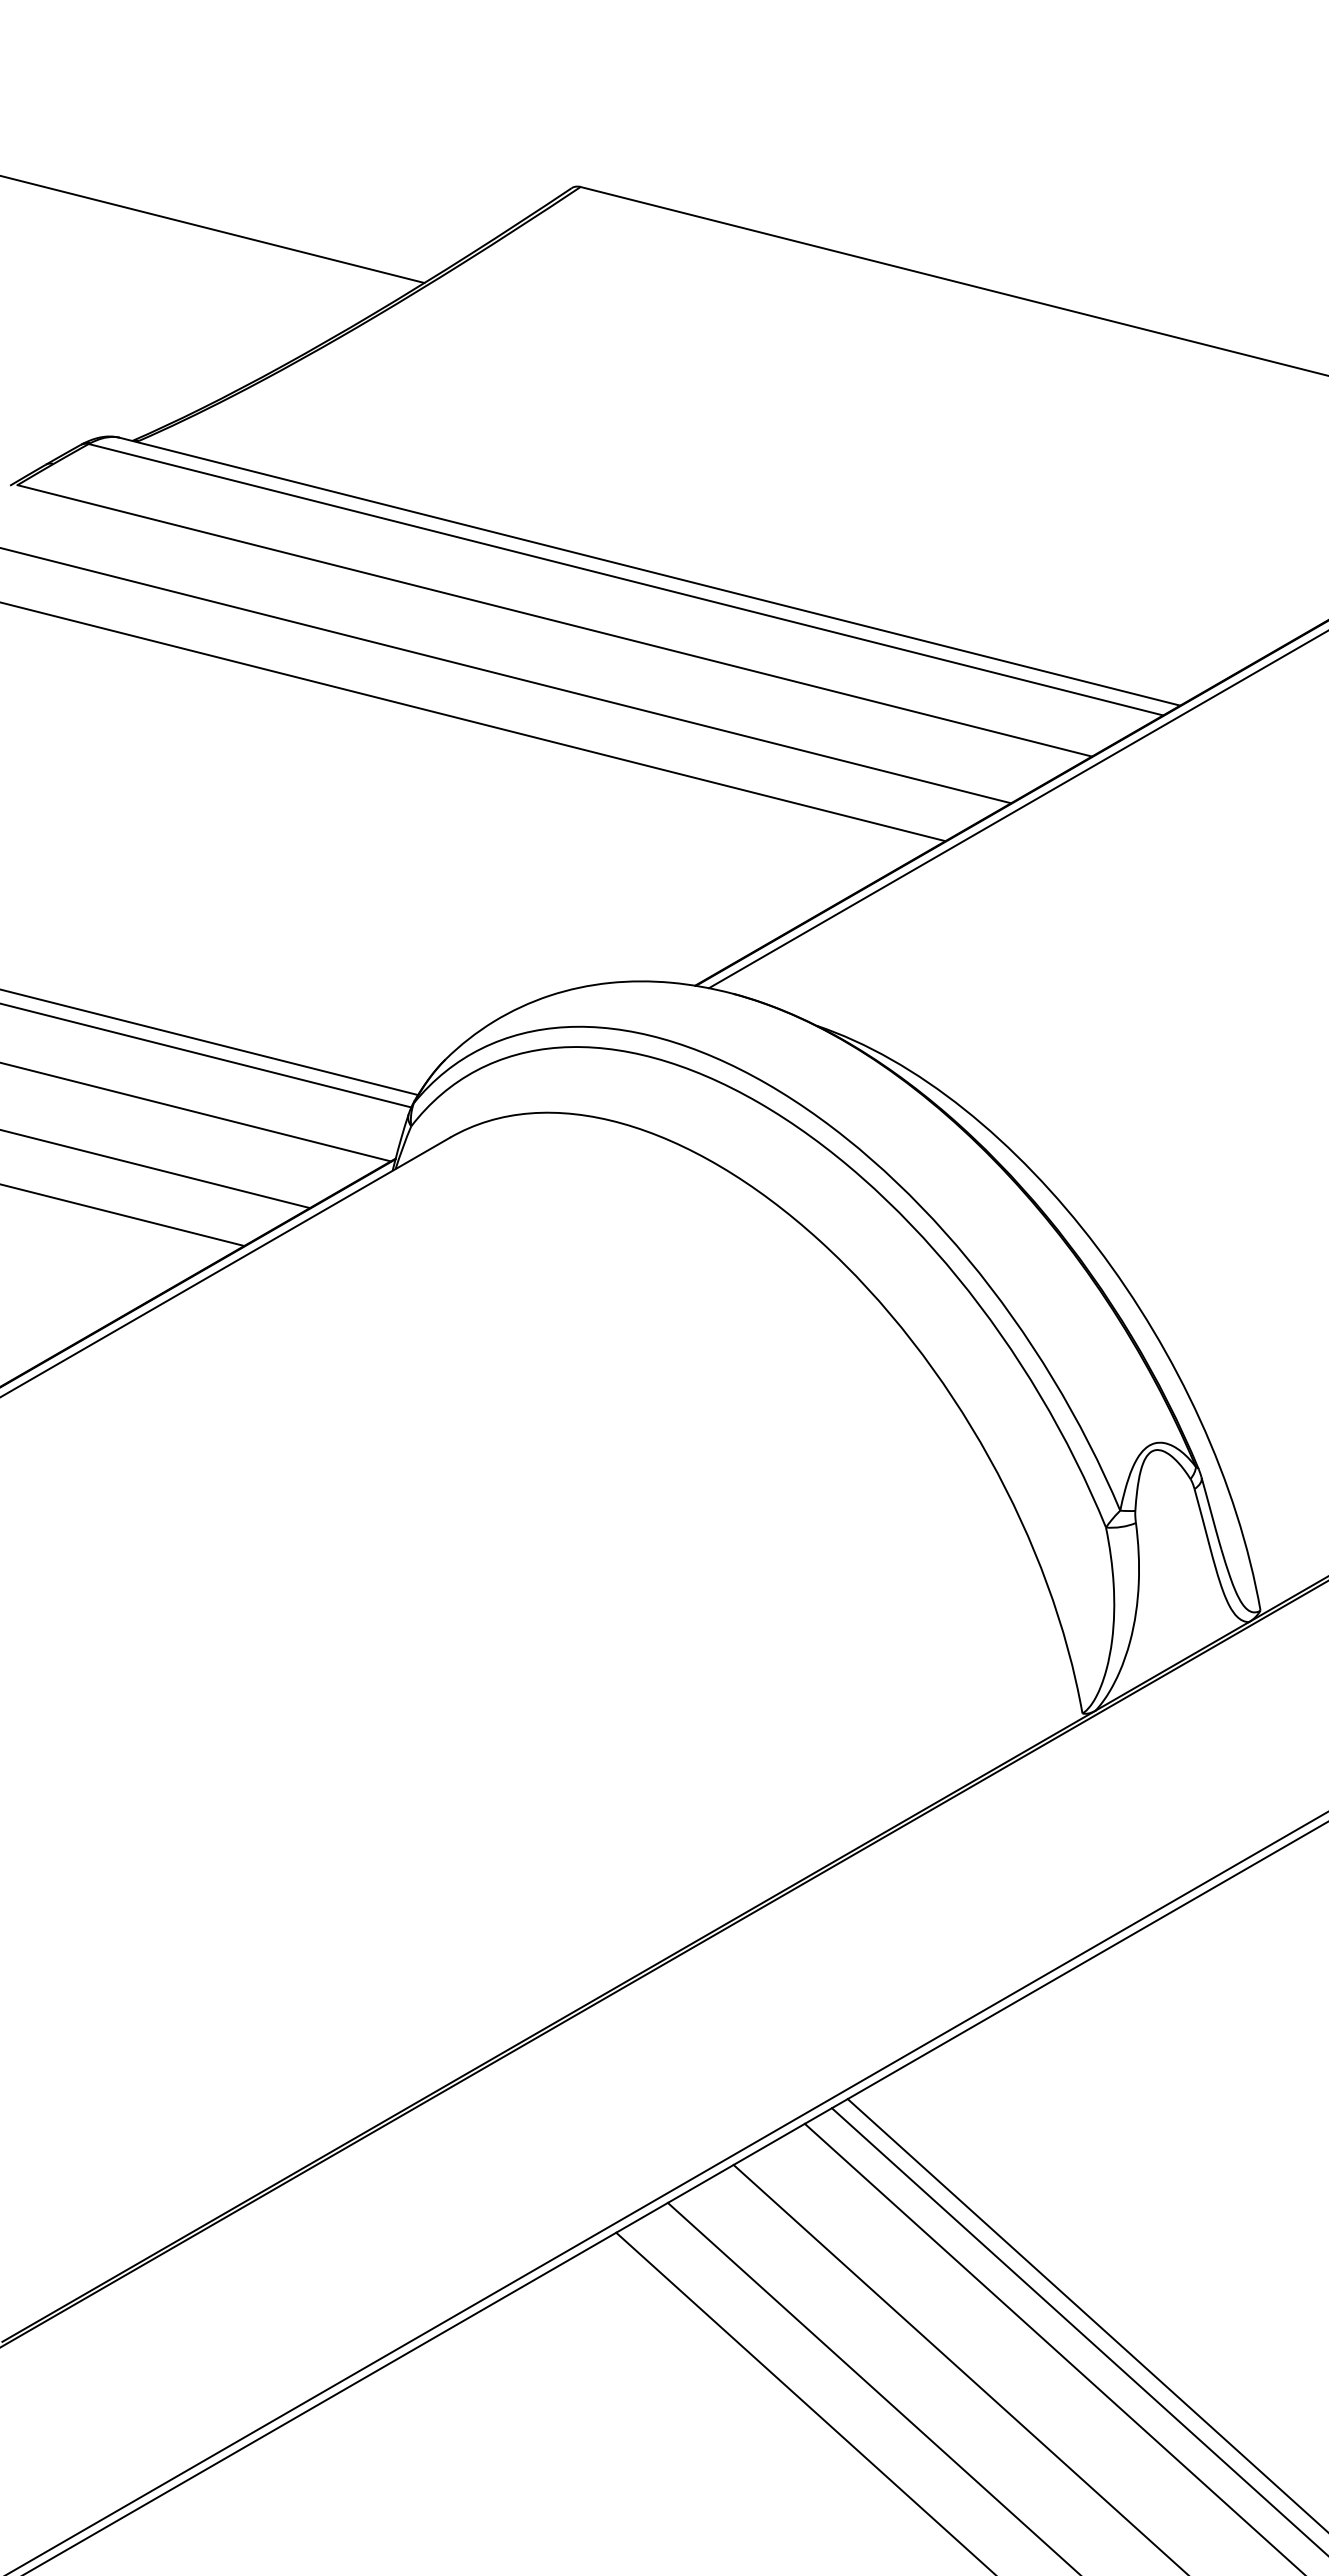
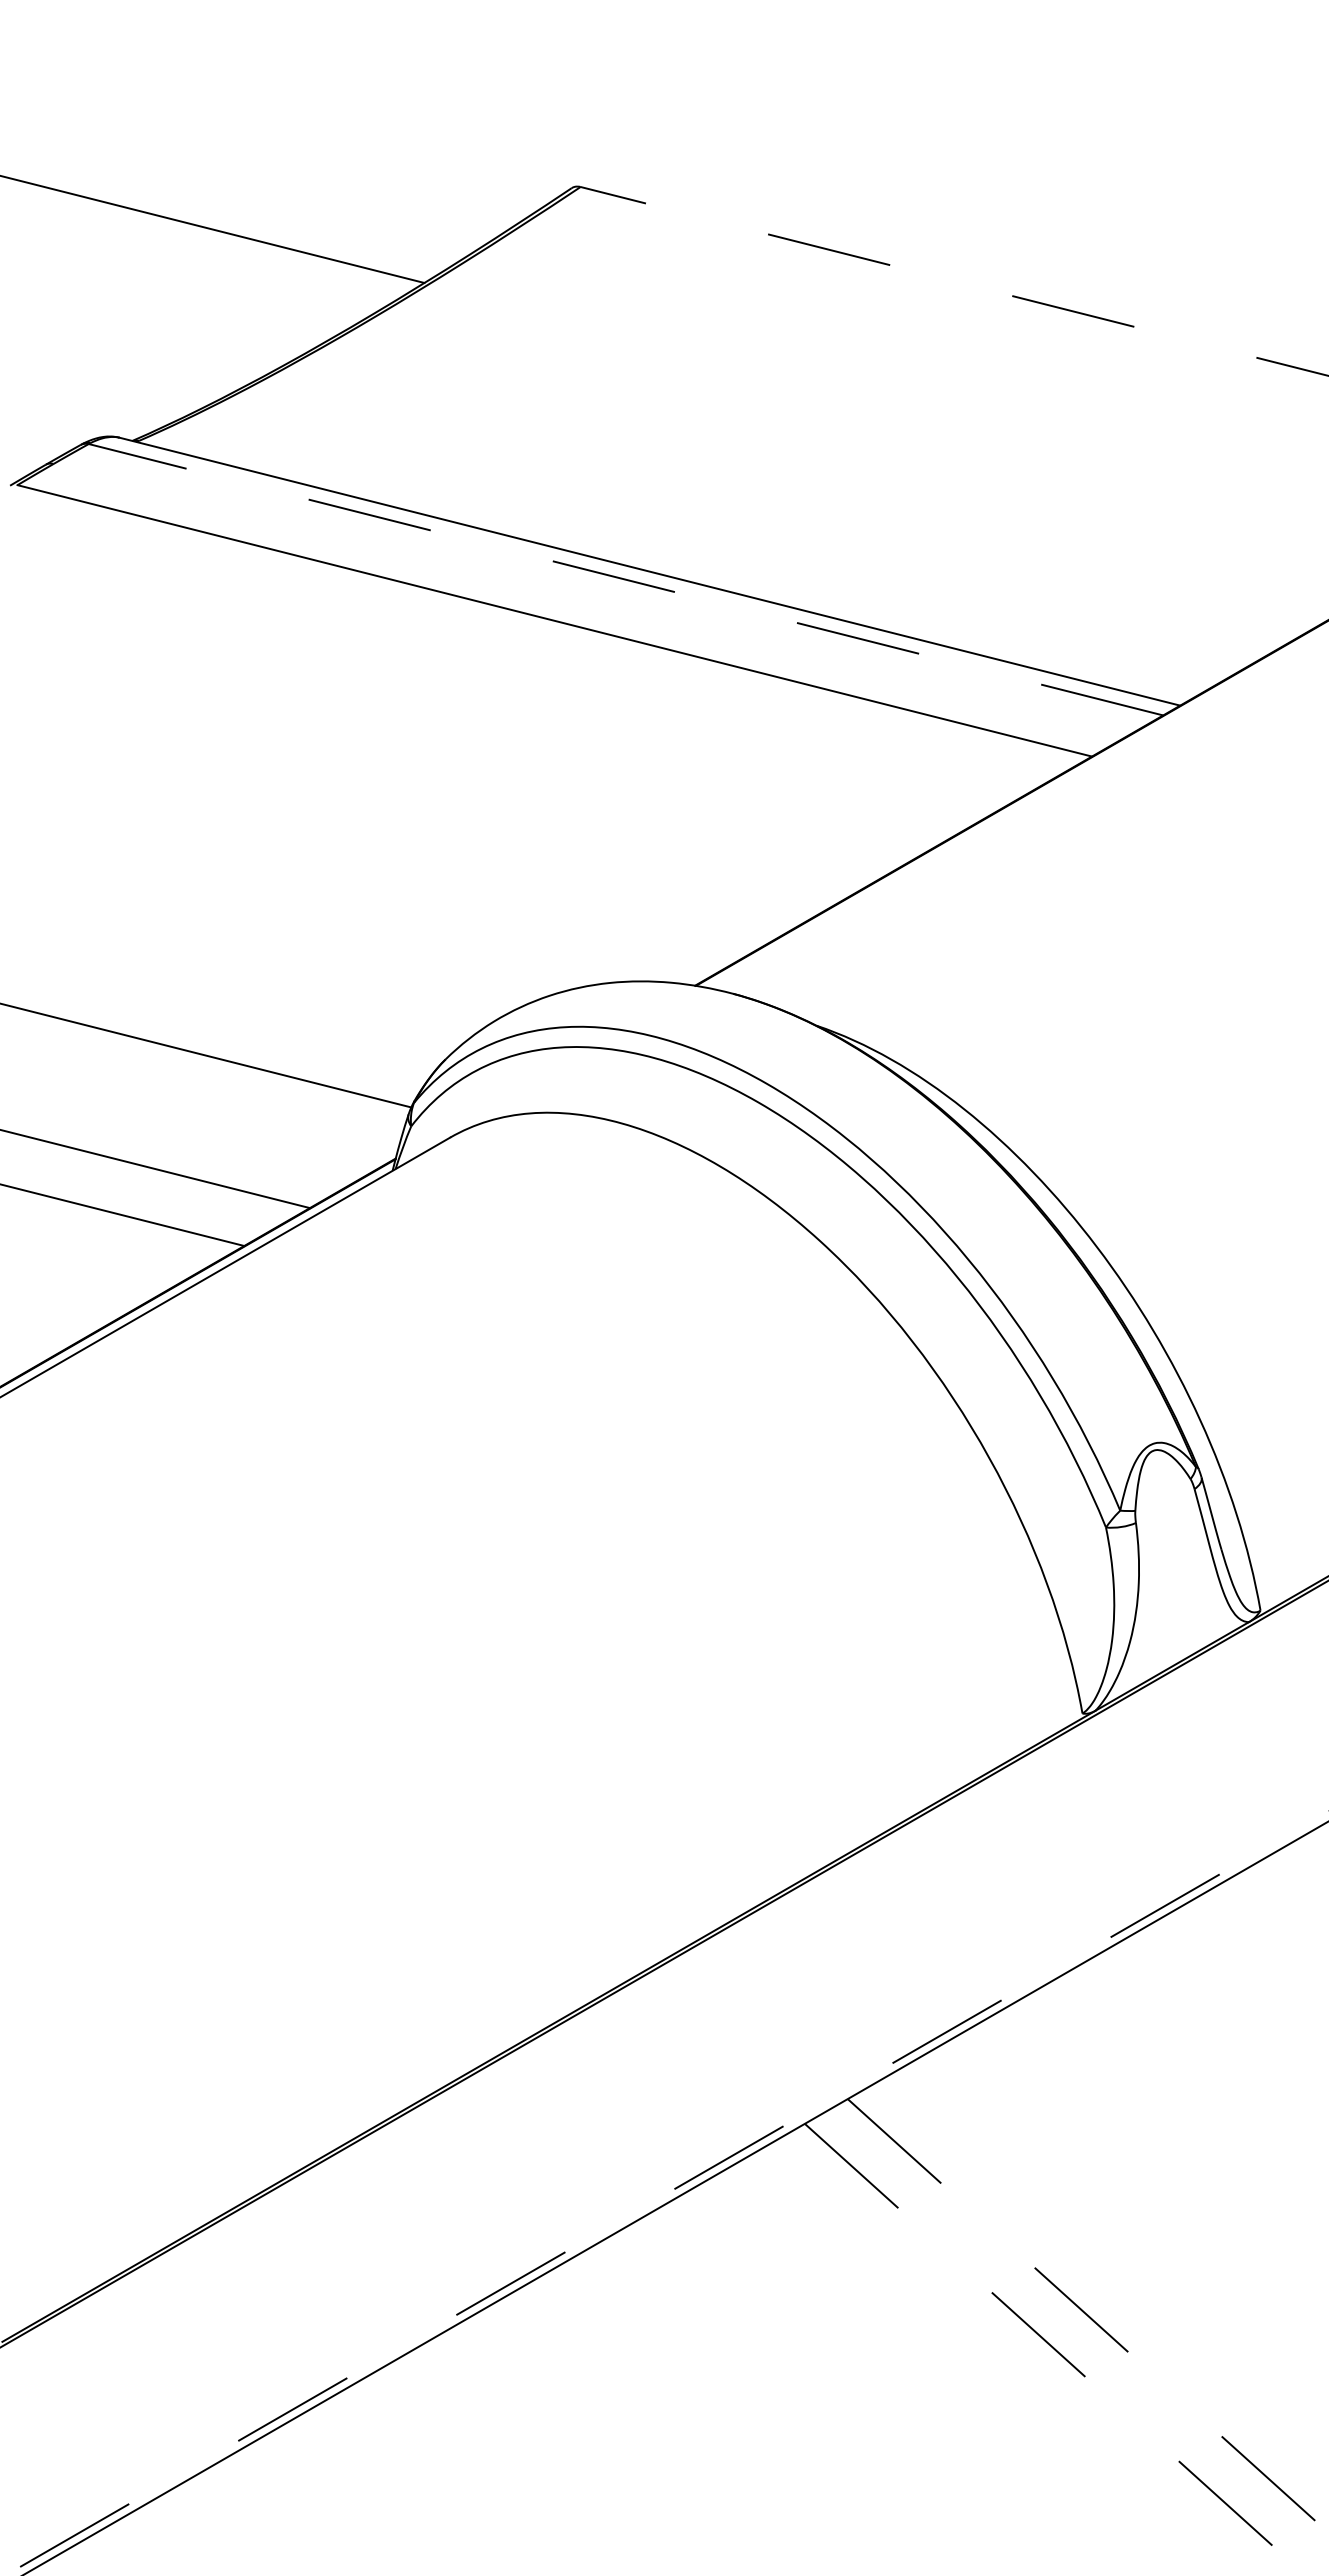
line at (954, 281): solid -> dashed
line at (625, 579): solid -> dashed
line at (506, 675): present -> none
line at (473, 722): present -> none
line at (1016, 810): present -> none
line at (210, 1042): present -> none
line at (196, 1112): present -> none
line at (666, 2193): solid -> dashed
line at (1088, 2316): solid -> dashed
line at (1078, 2330): present -> none
line at (1055, 2350): solid -> dashed
line at (959, 2368): present -> none
line at (872, 2387): present -> none
line at (804, 2402): present -> none
